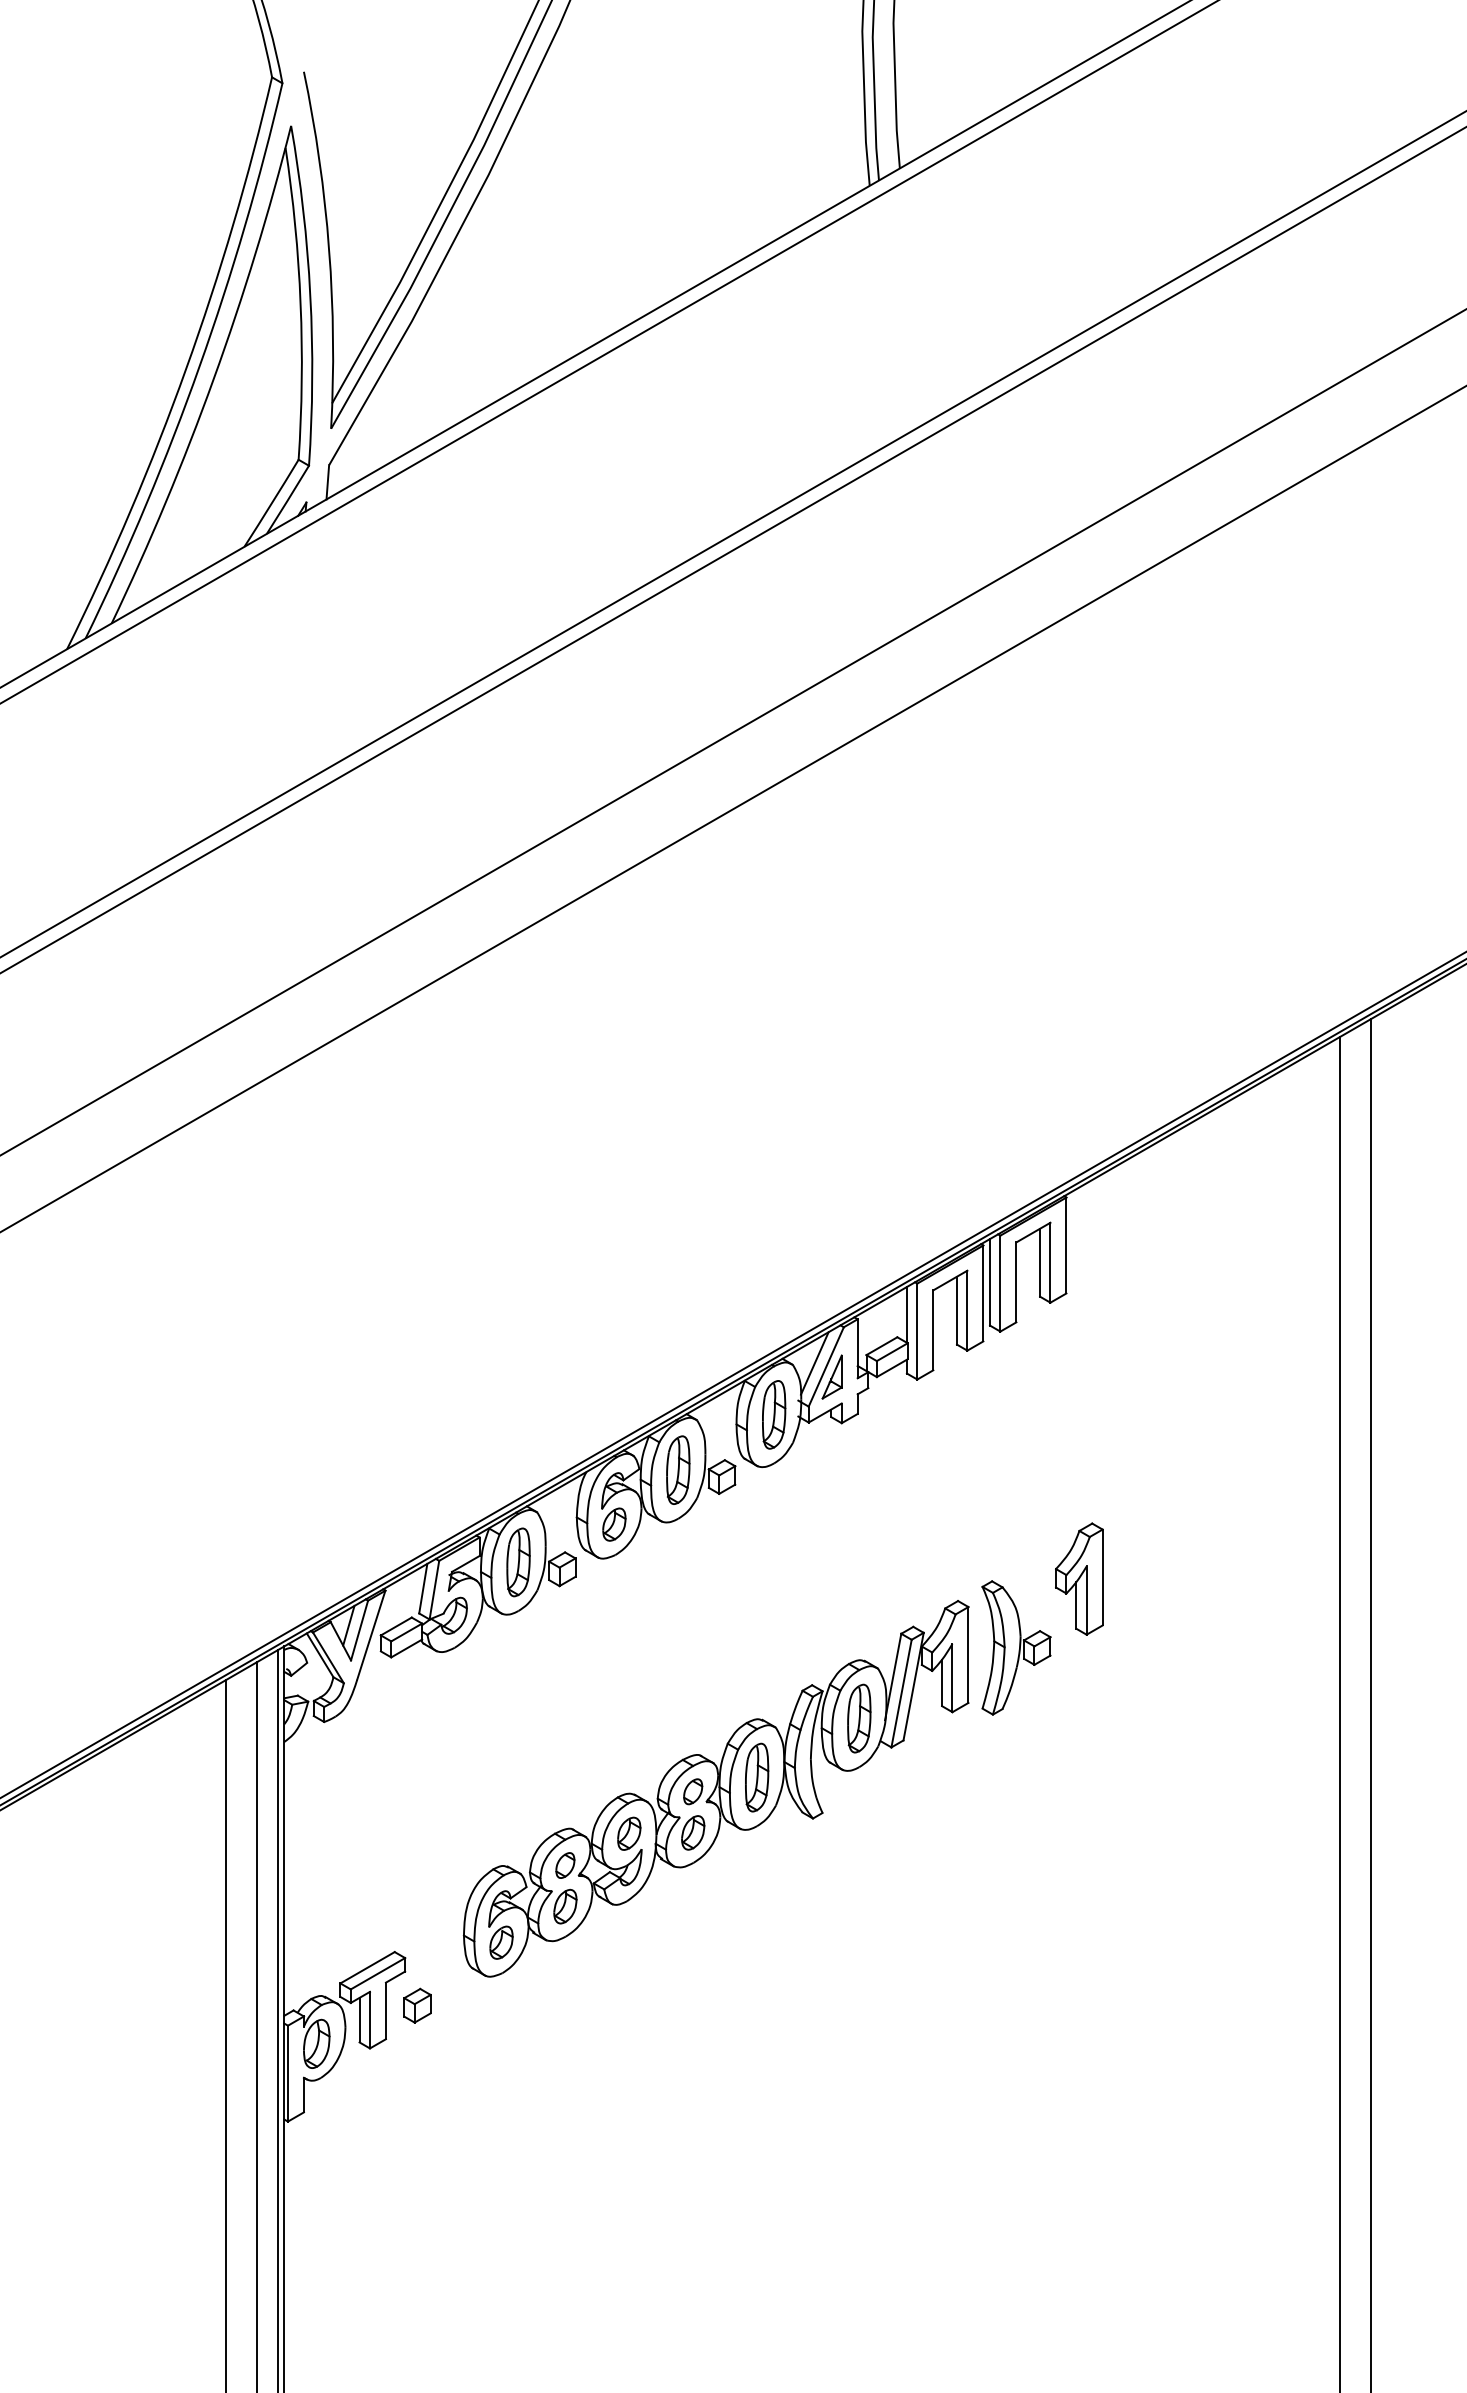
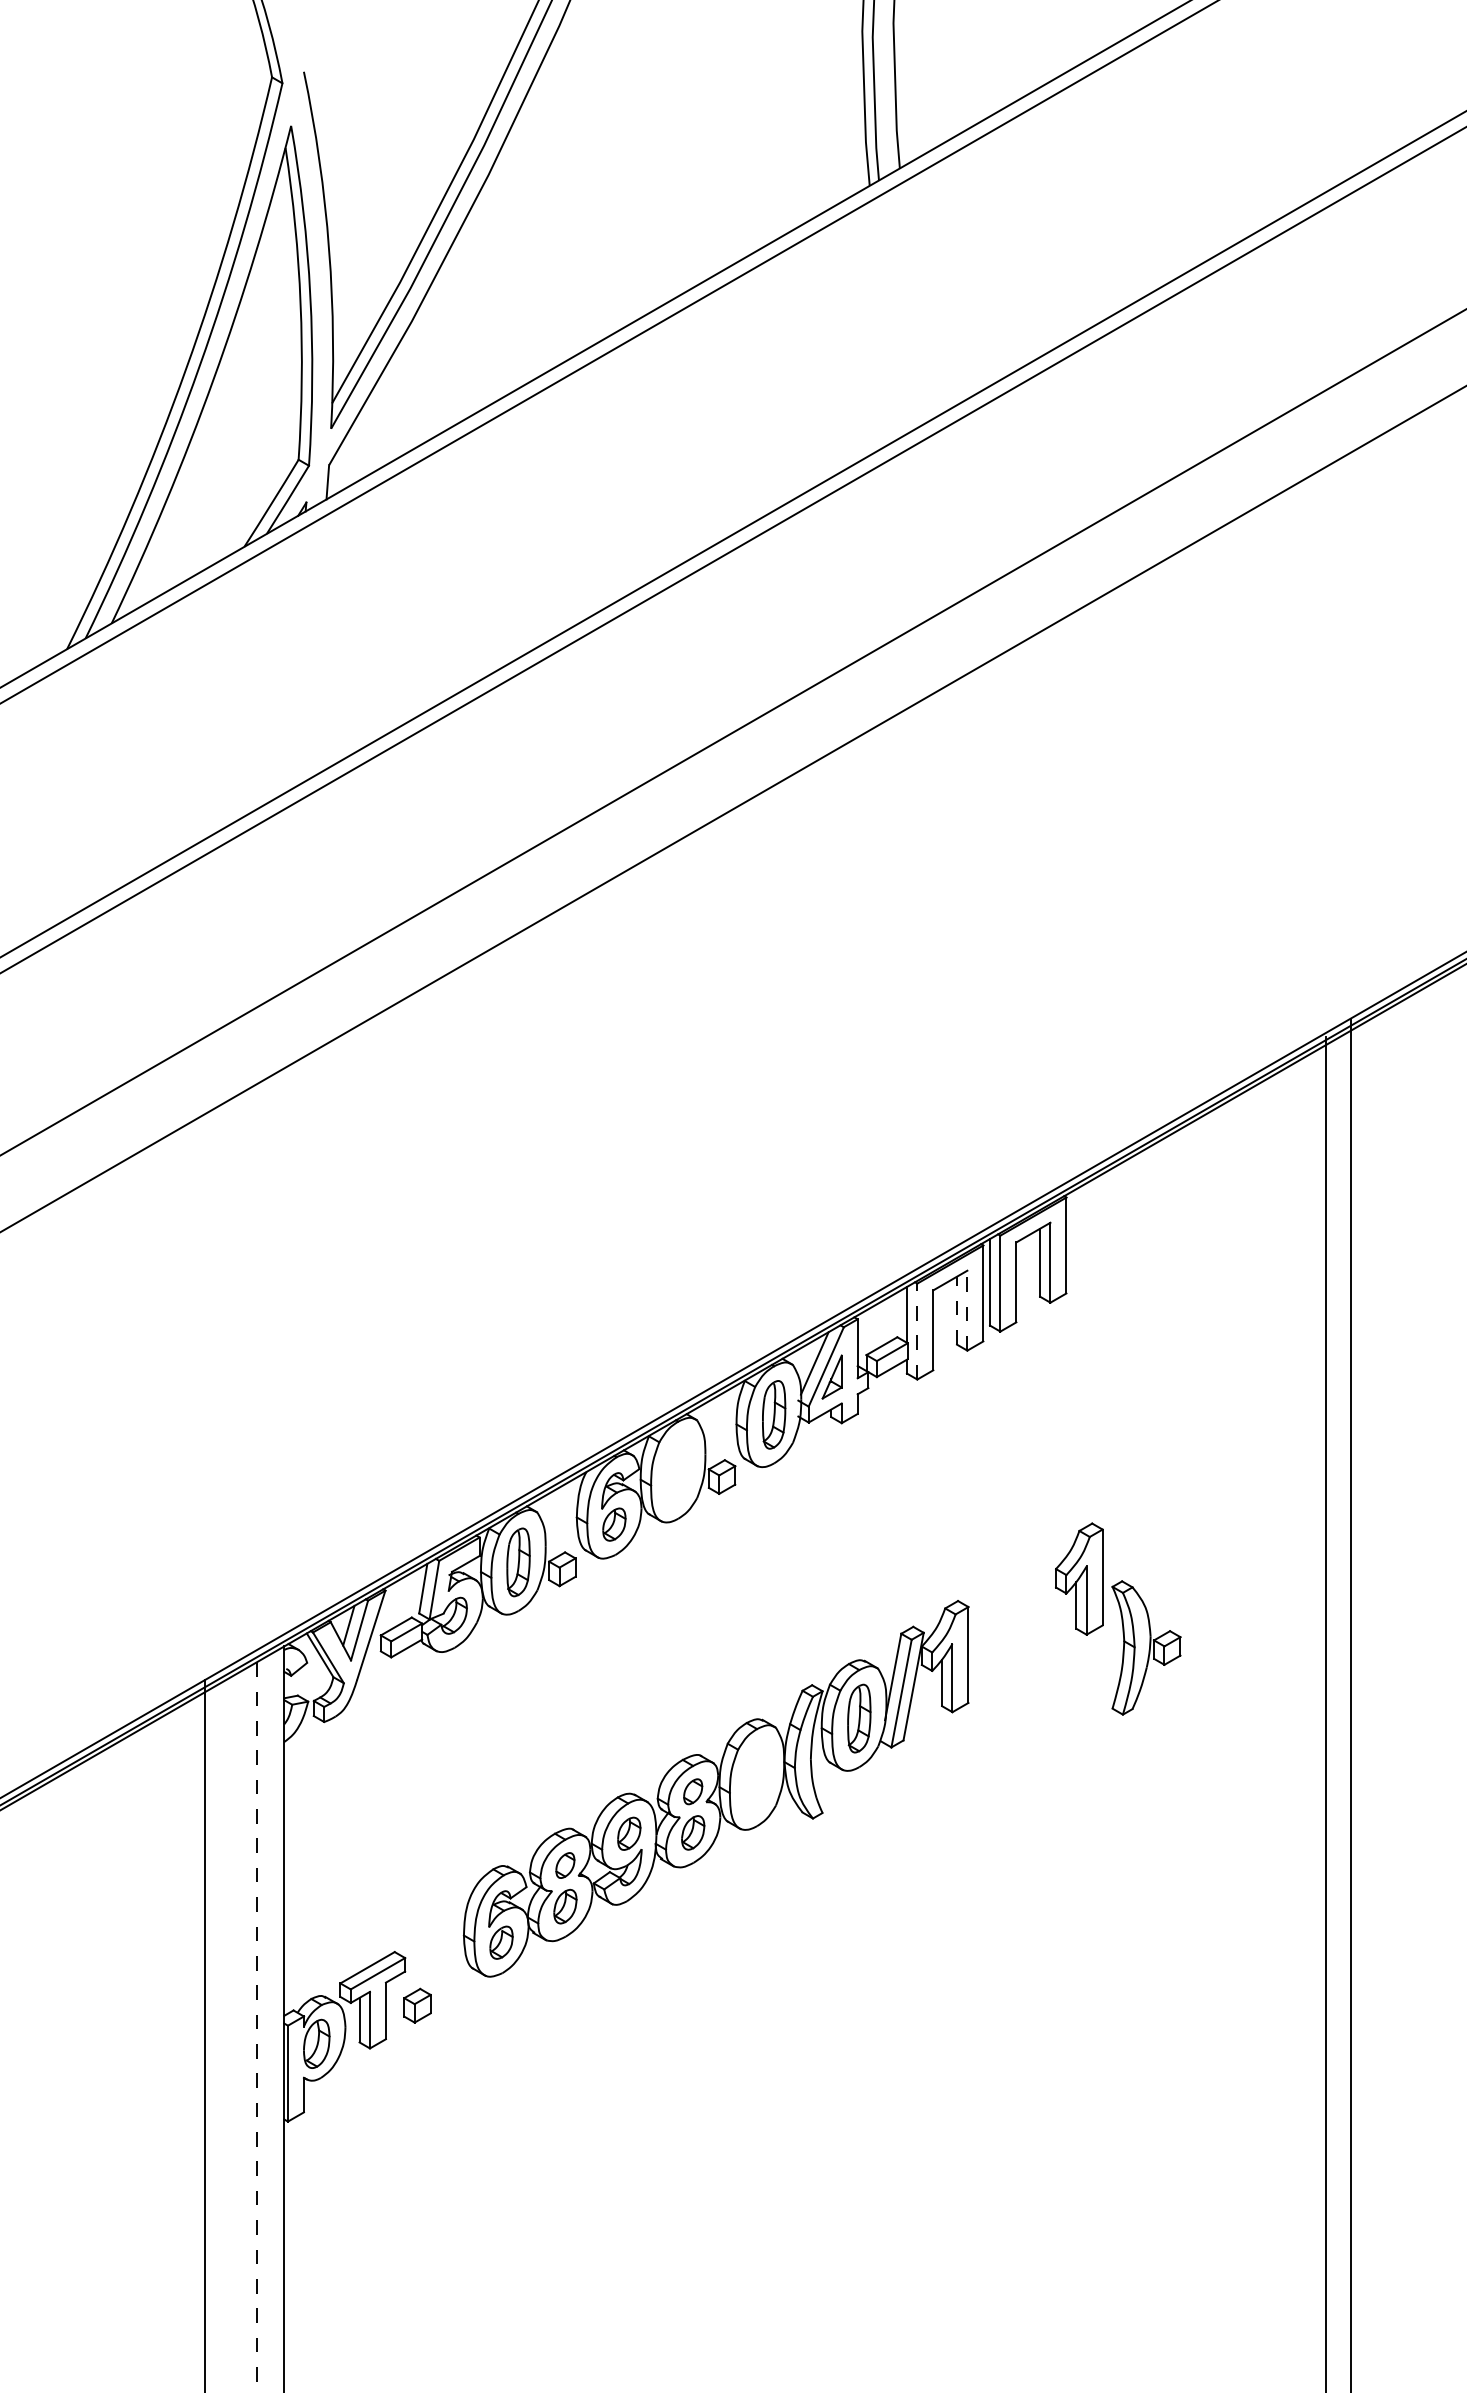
line at (957, 1310): solid -> dashed
line at (967, 1310): solid -> dashed
line at (917, 1331): solid -> dashed
part at (678, 1469): present -> none
part at (1016, 1647) position: (1016, 1647) -> (1146, 1647)
line at (1371, 1704) position: (1371, 1704) -> (1351, 1704)
line at (1339, 1713) position: (1339, 1713) -> (1325, 1713)
part at (757, 1777): present -> none
line at (277, 2019): present -> none
line at (257, 2027): solid -> dashed
line at (225, 2034) position: (225, 2034) -> (204, 2034)
